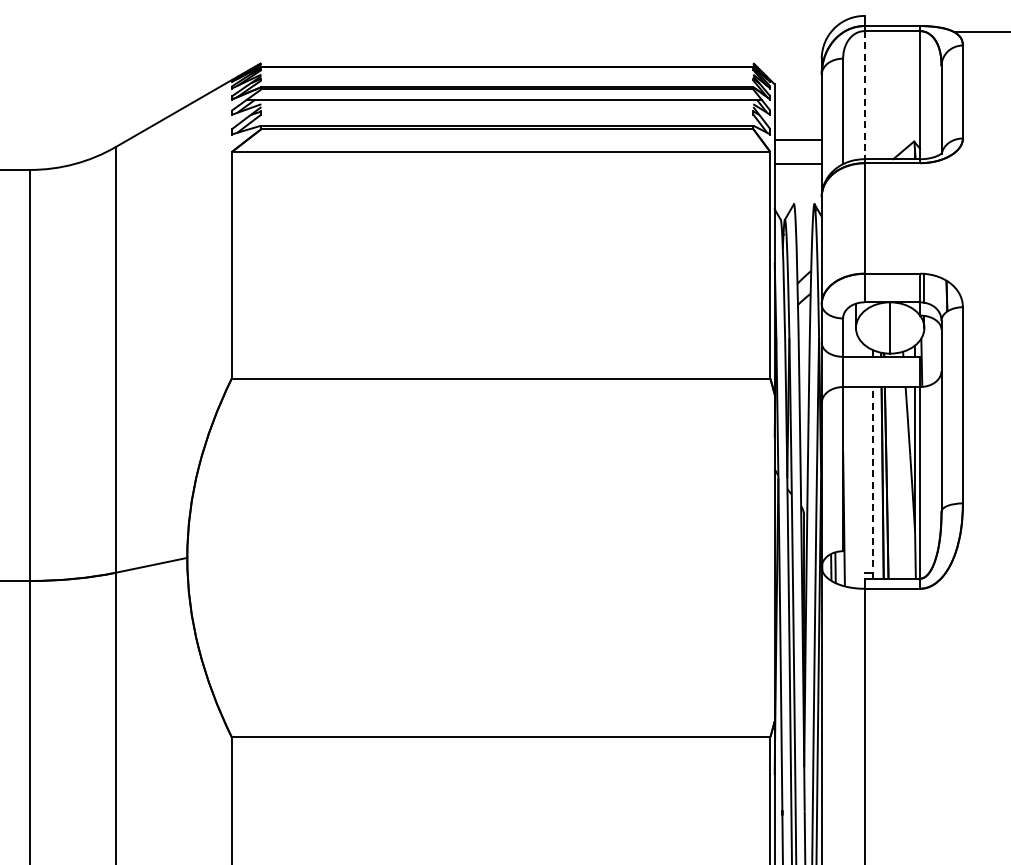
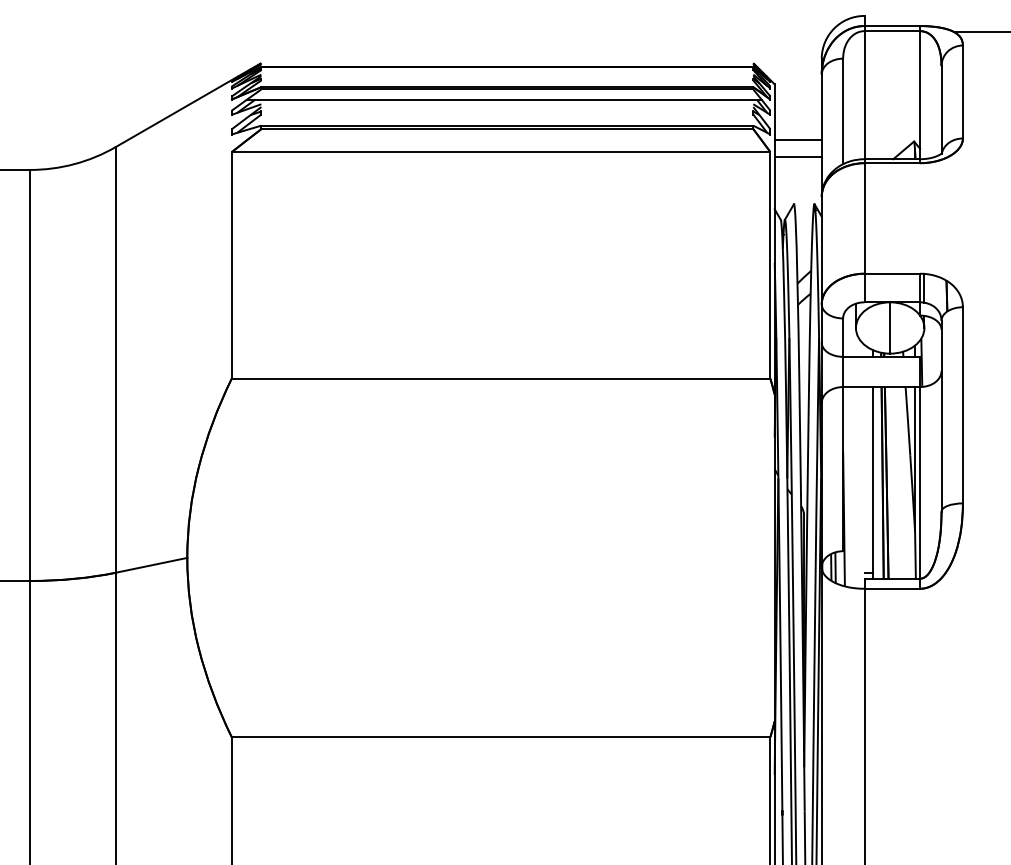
line at (864, 95): dashed -> solid
line at (797, 164) position: (797, 164) -> (797, 157)
line at (873, 482): dashed -> solid
